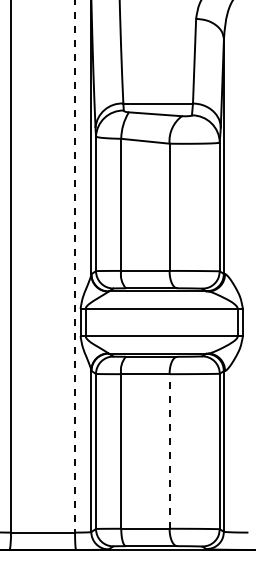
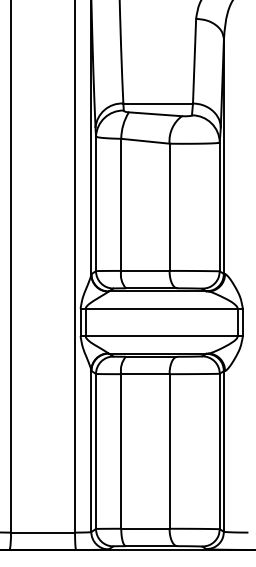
line at (75, 266): dashed -> solid
line at (169, 450): dashed -> solid
